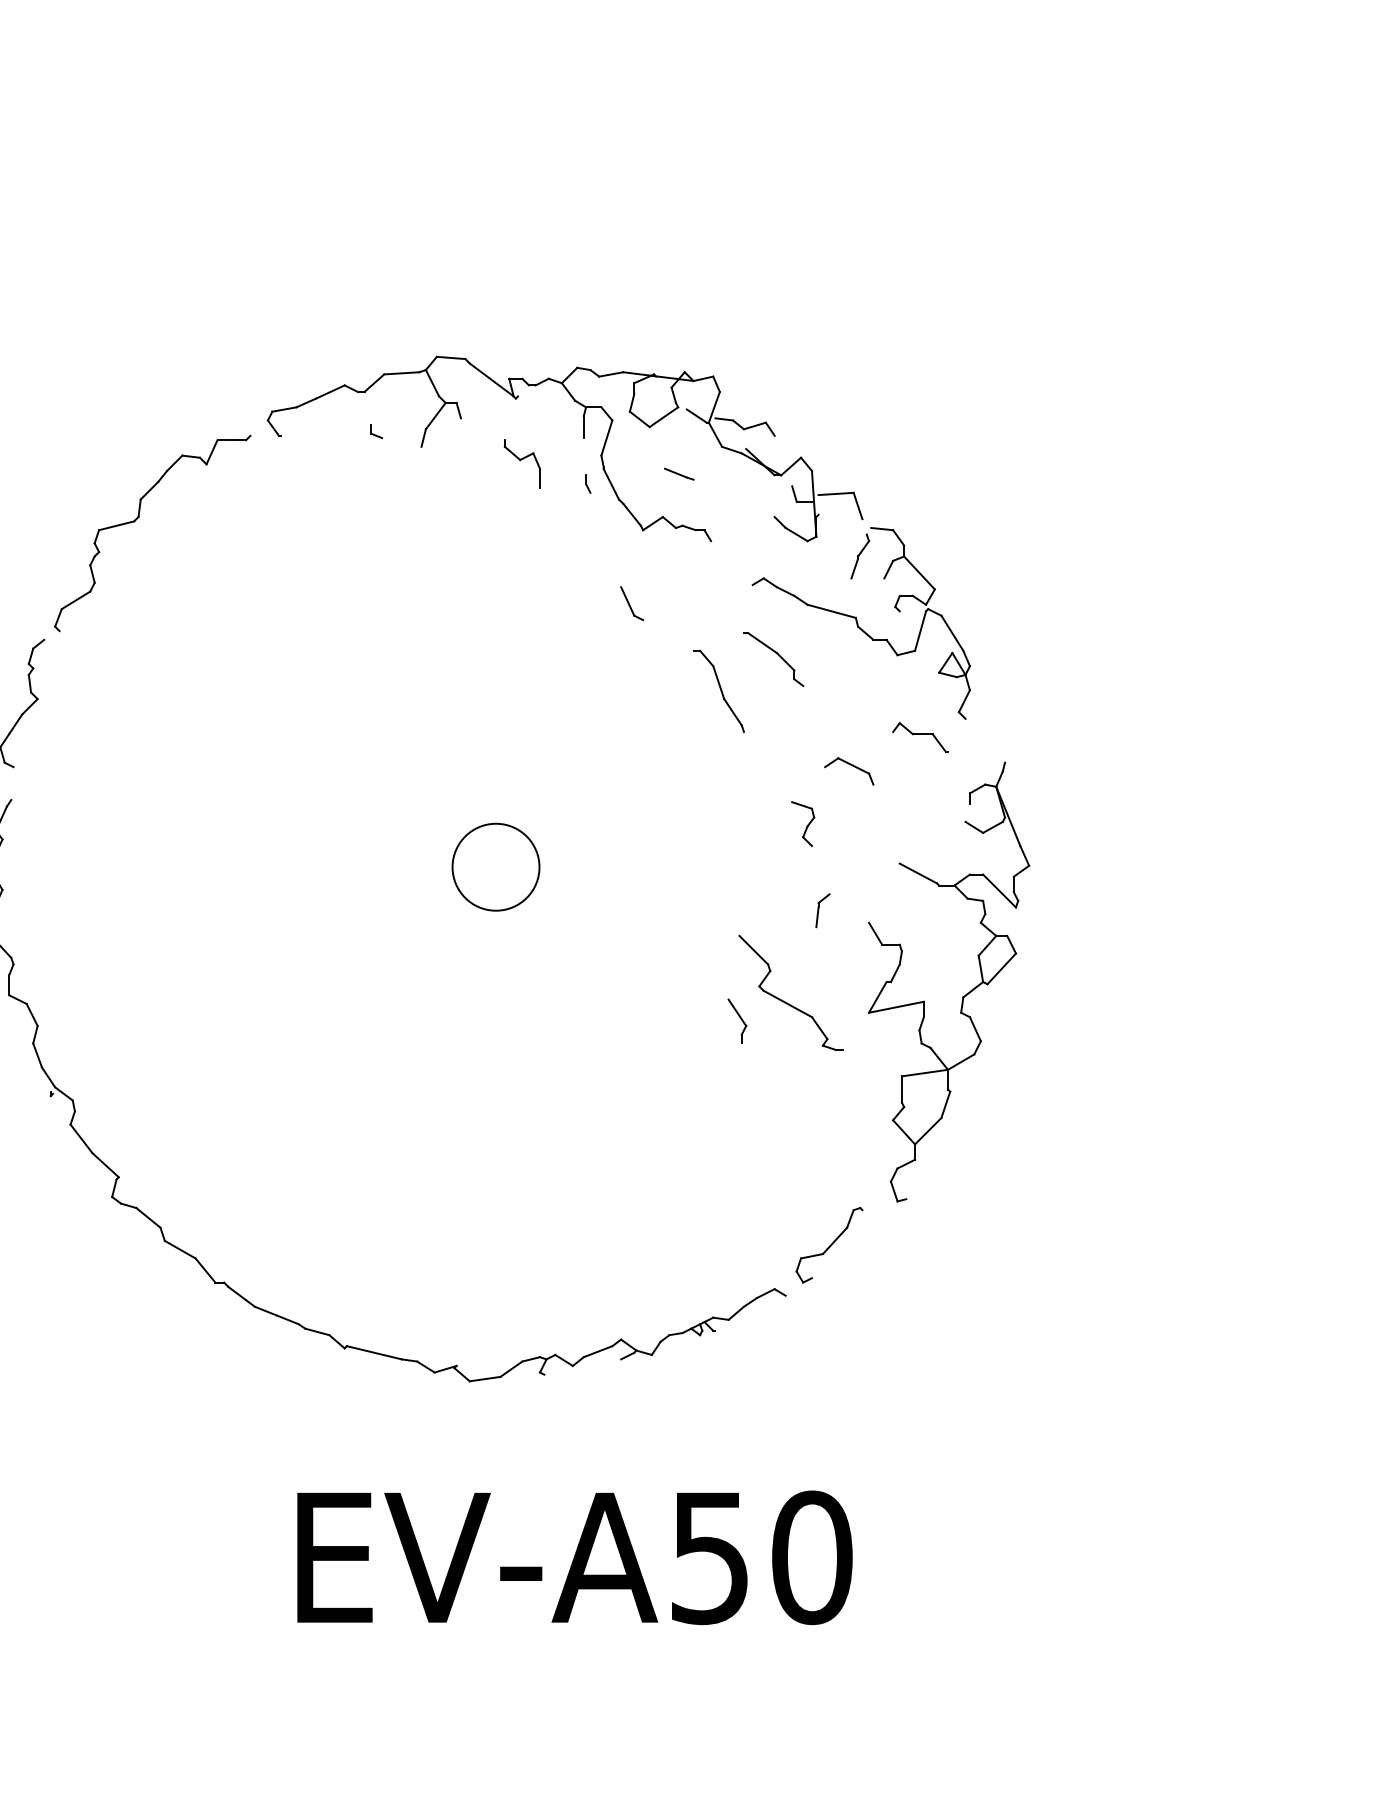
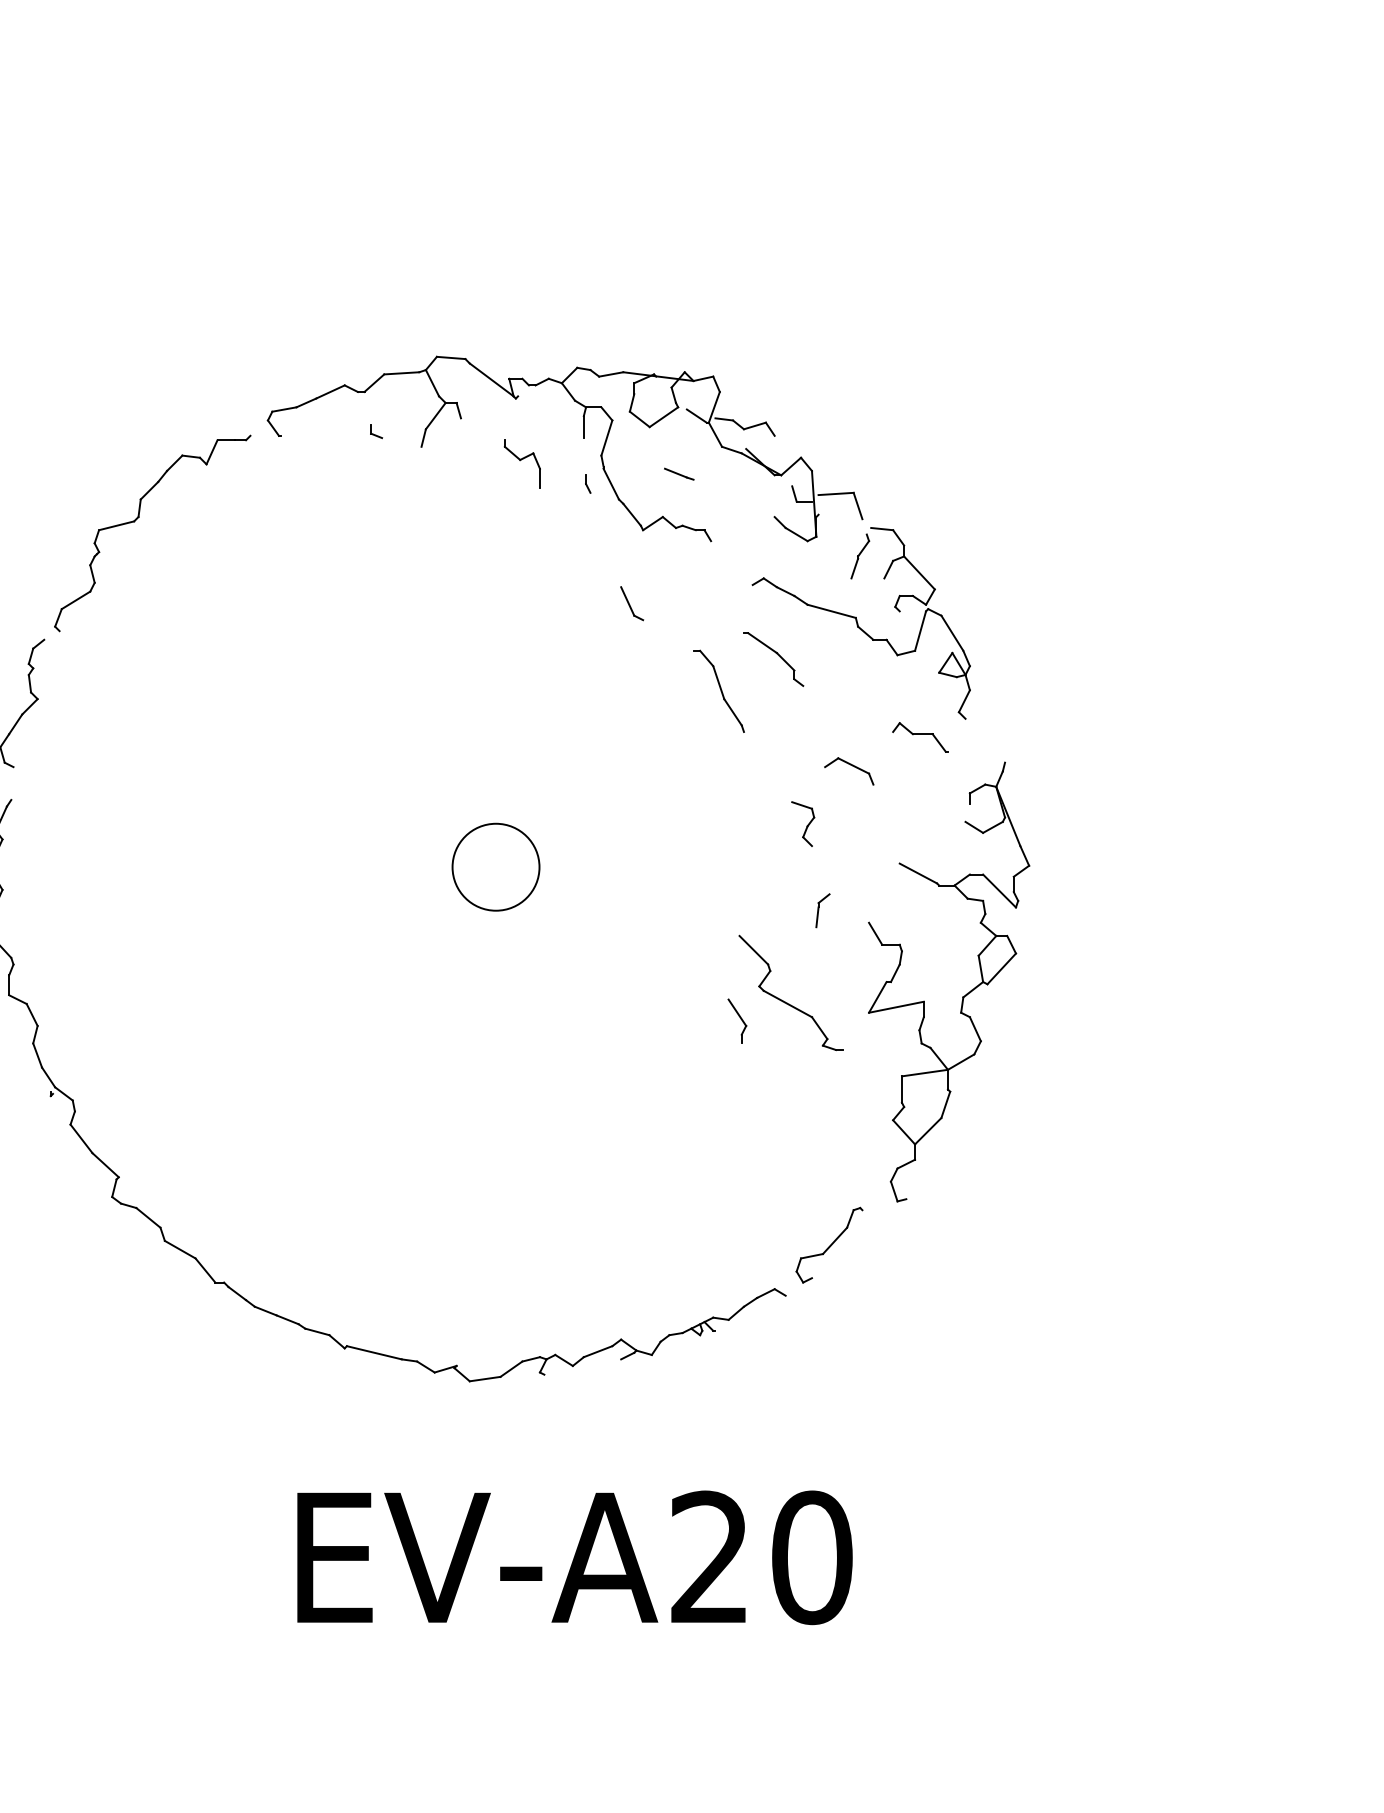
text at (709, 1557): EV-A50 -> EV-A20
